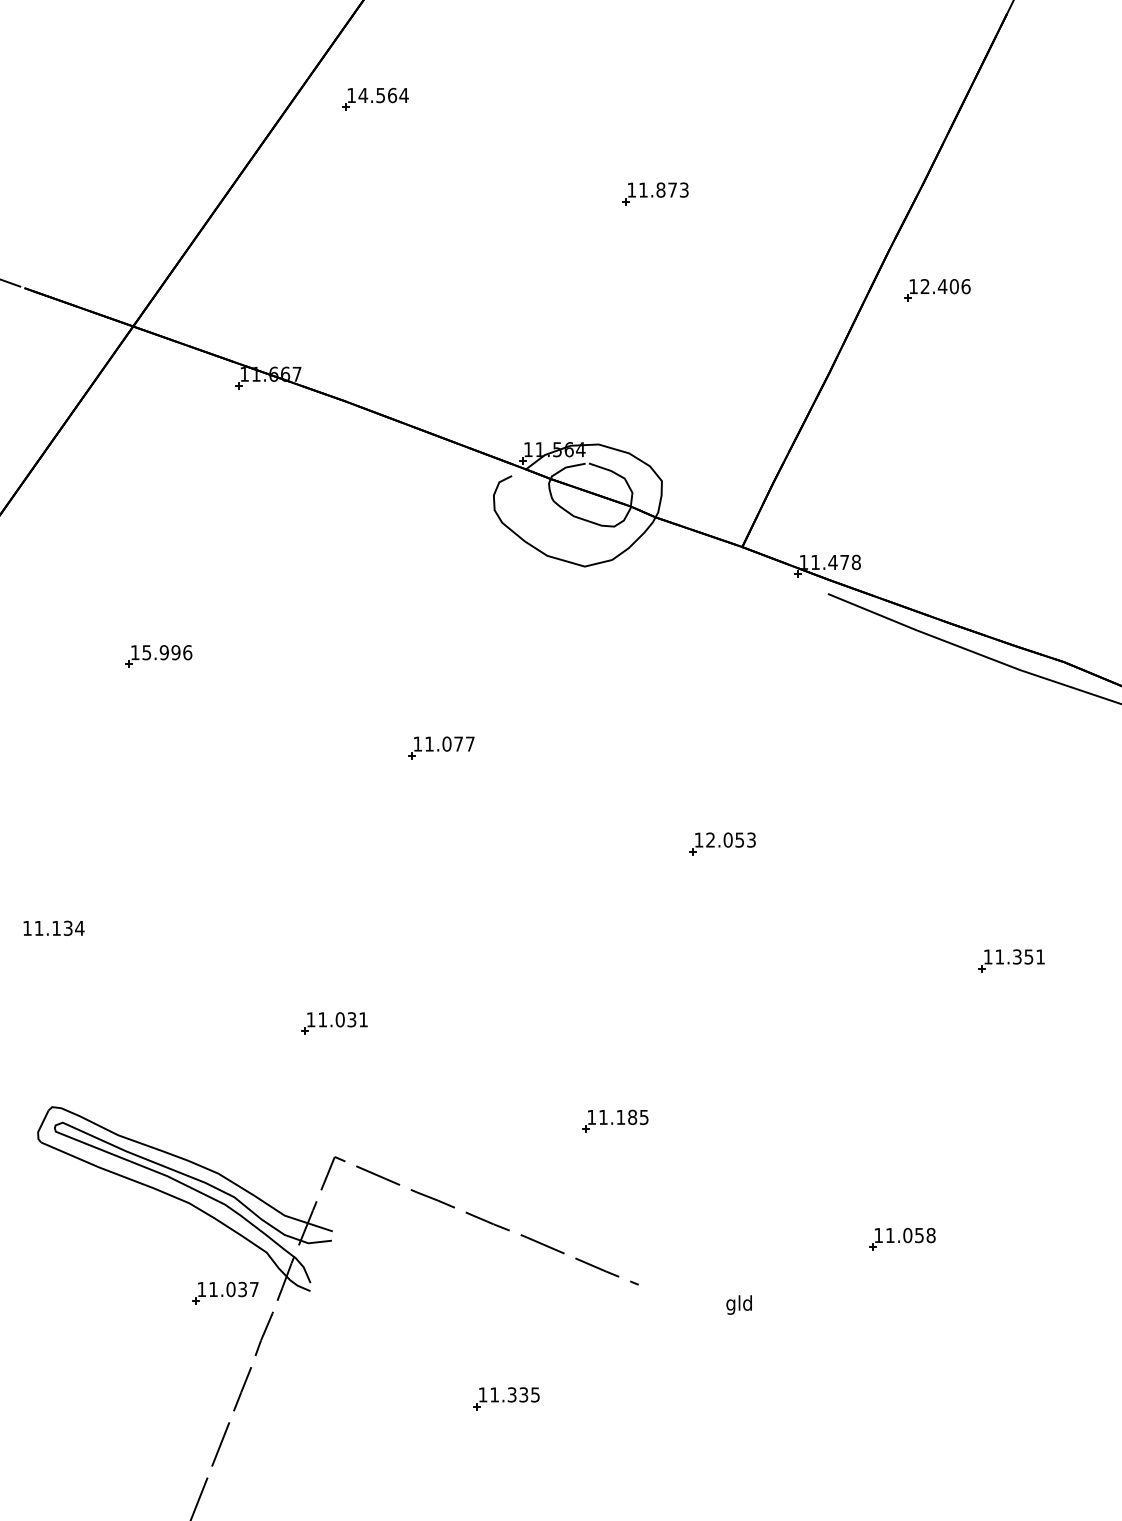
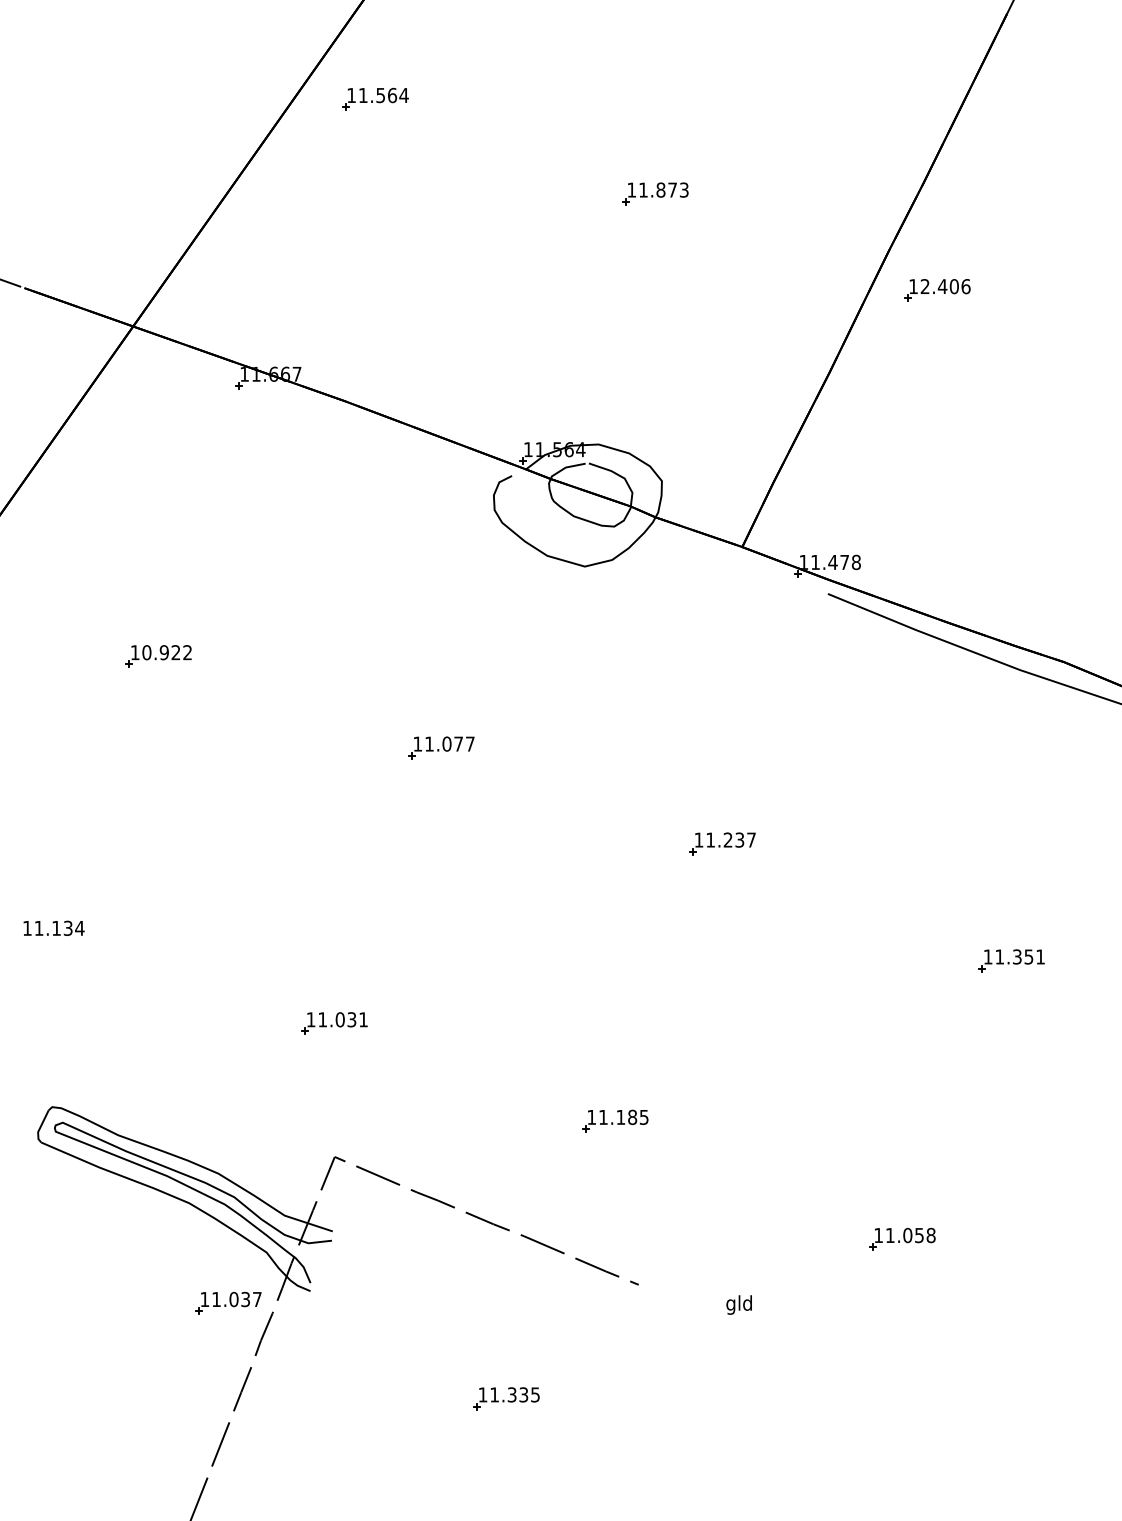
text at (363, 95): 14.564 -> 11.564
text at (167, 652): 15.996 -> 10.922
text at (730, 839): 12.053 -> 11.237
part at (225, 1292) position: (225, 1292) -> (228, 1302)
